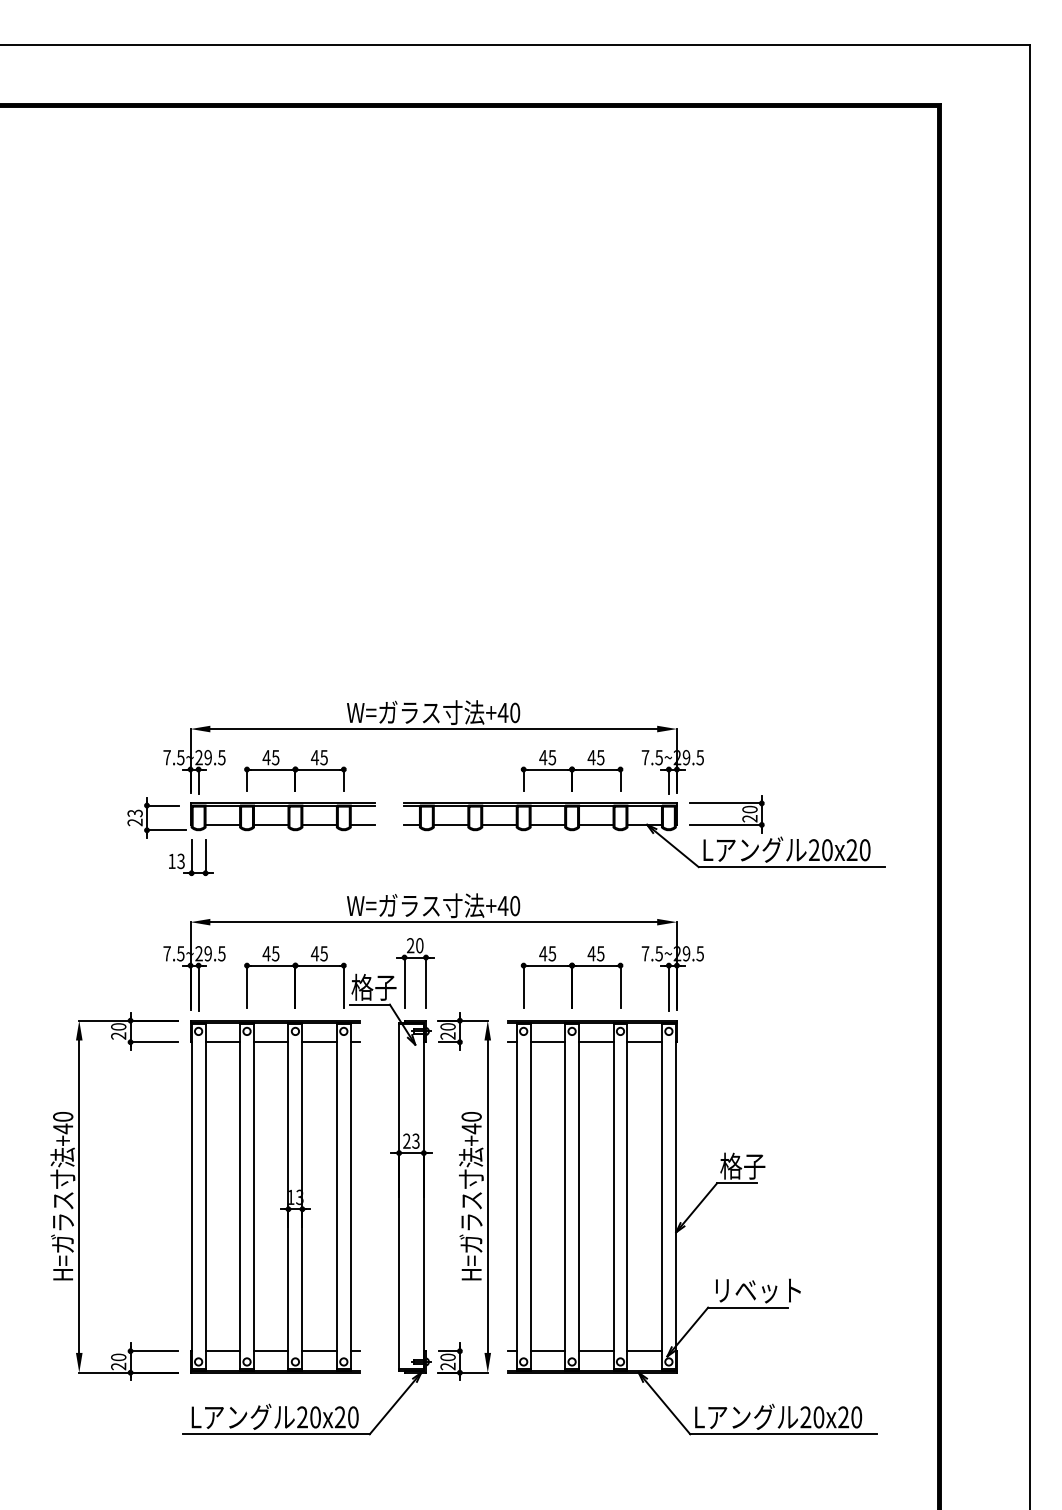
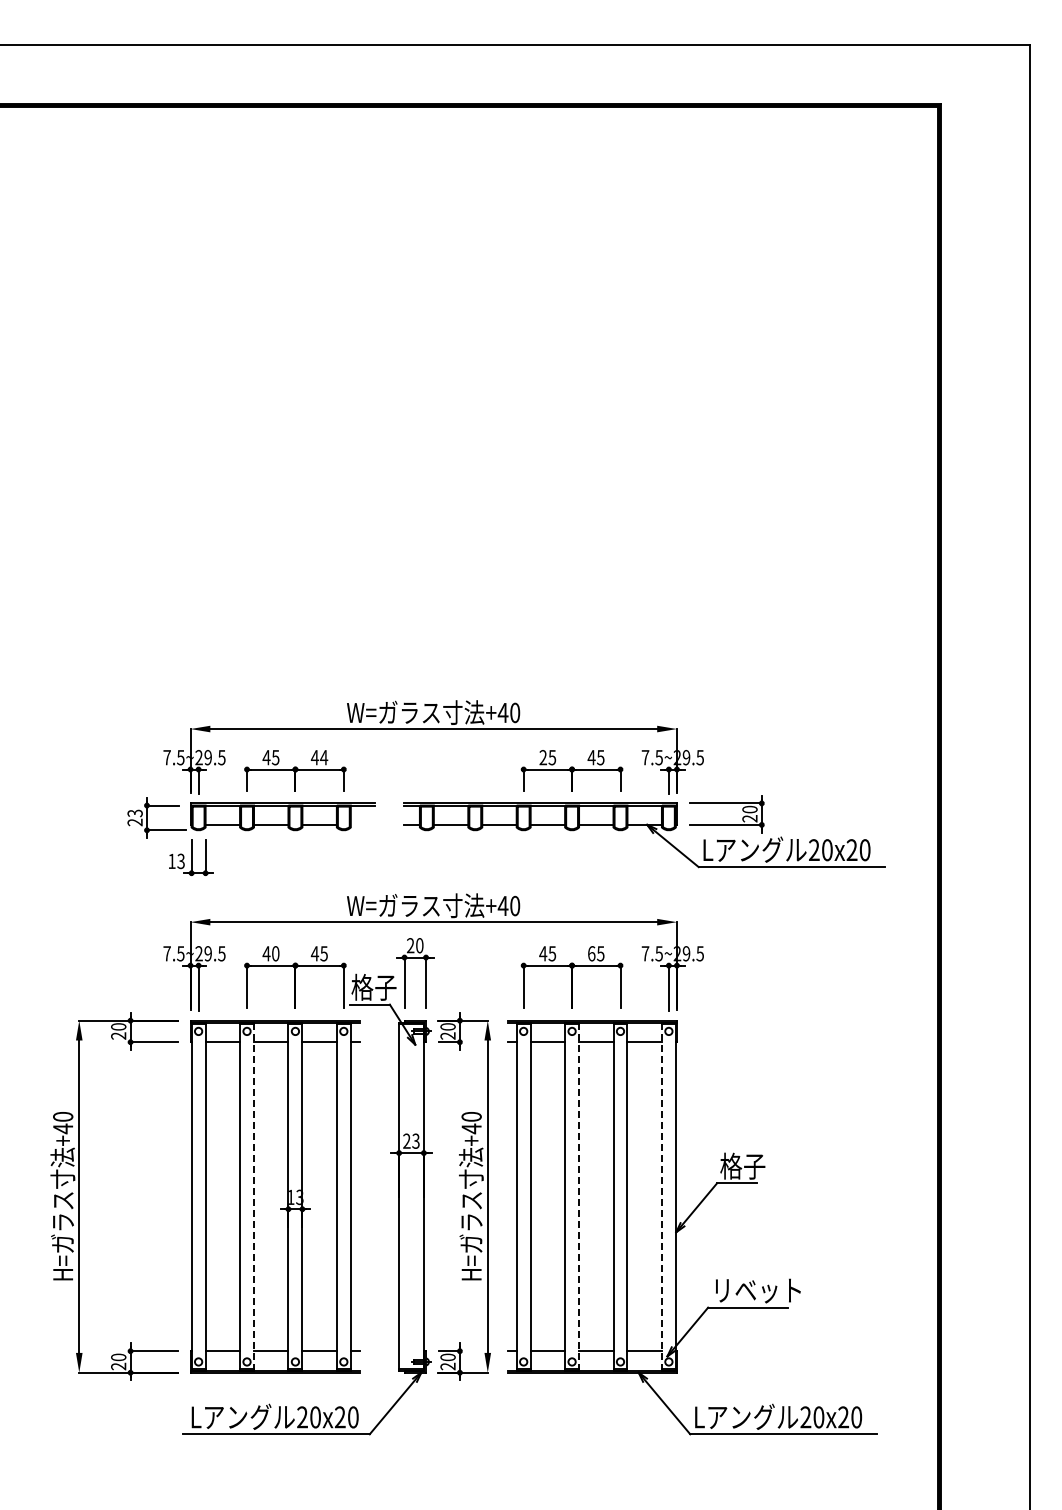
text at (324, 757): 45 -> 44
text at (543, 757): 45 -> 25
line at (362, 824): present -> none
text at (275, 953): 45 -> 40
text at (591, 953): 45 -> 65
line at (254, 1196): solid -> dashed
line at (579, 1196): solid -> dashed
line at (661, 1196): solid -> dashed
